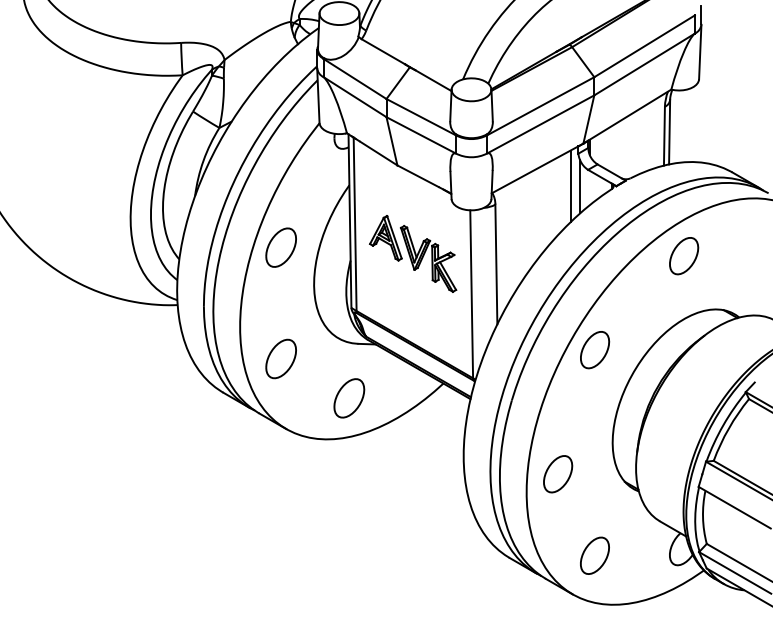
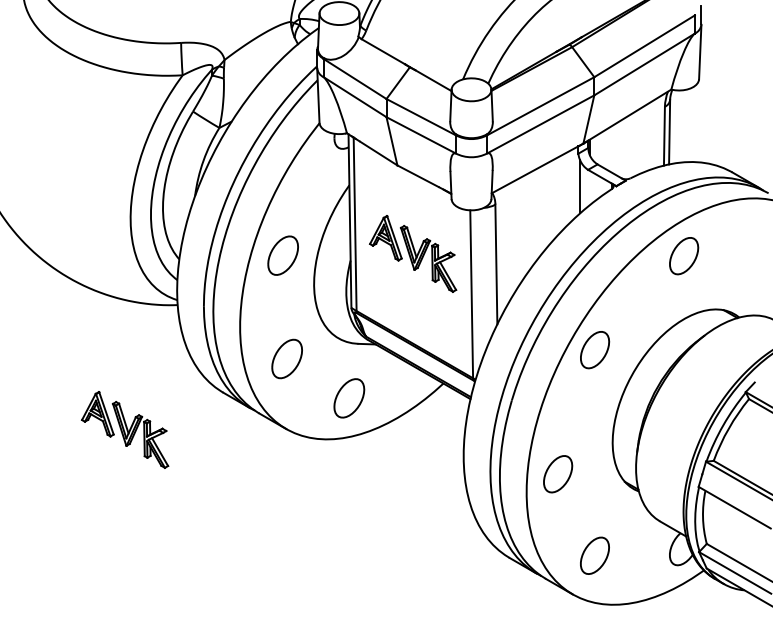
line at (570, 186): present -> none
part at (280, 247) position: (280, 247) -> (282, 255)
part at (280, 358) position: (280, 358) -> (286, 358)
part at (125, 429): none -> present
